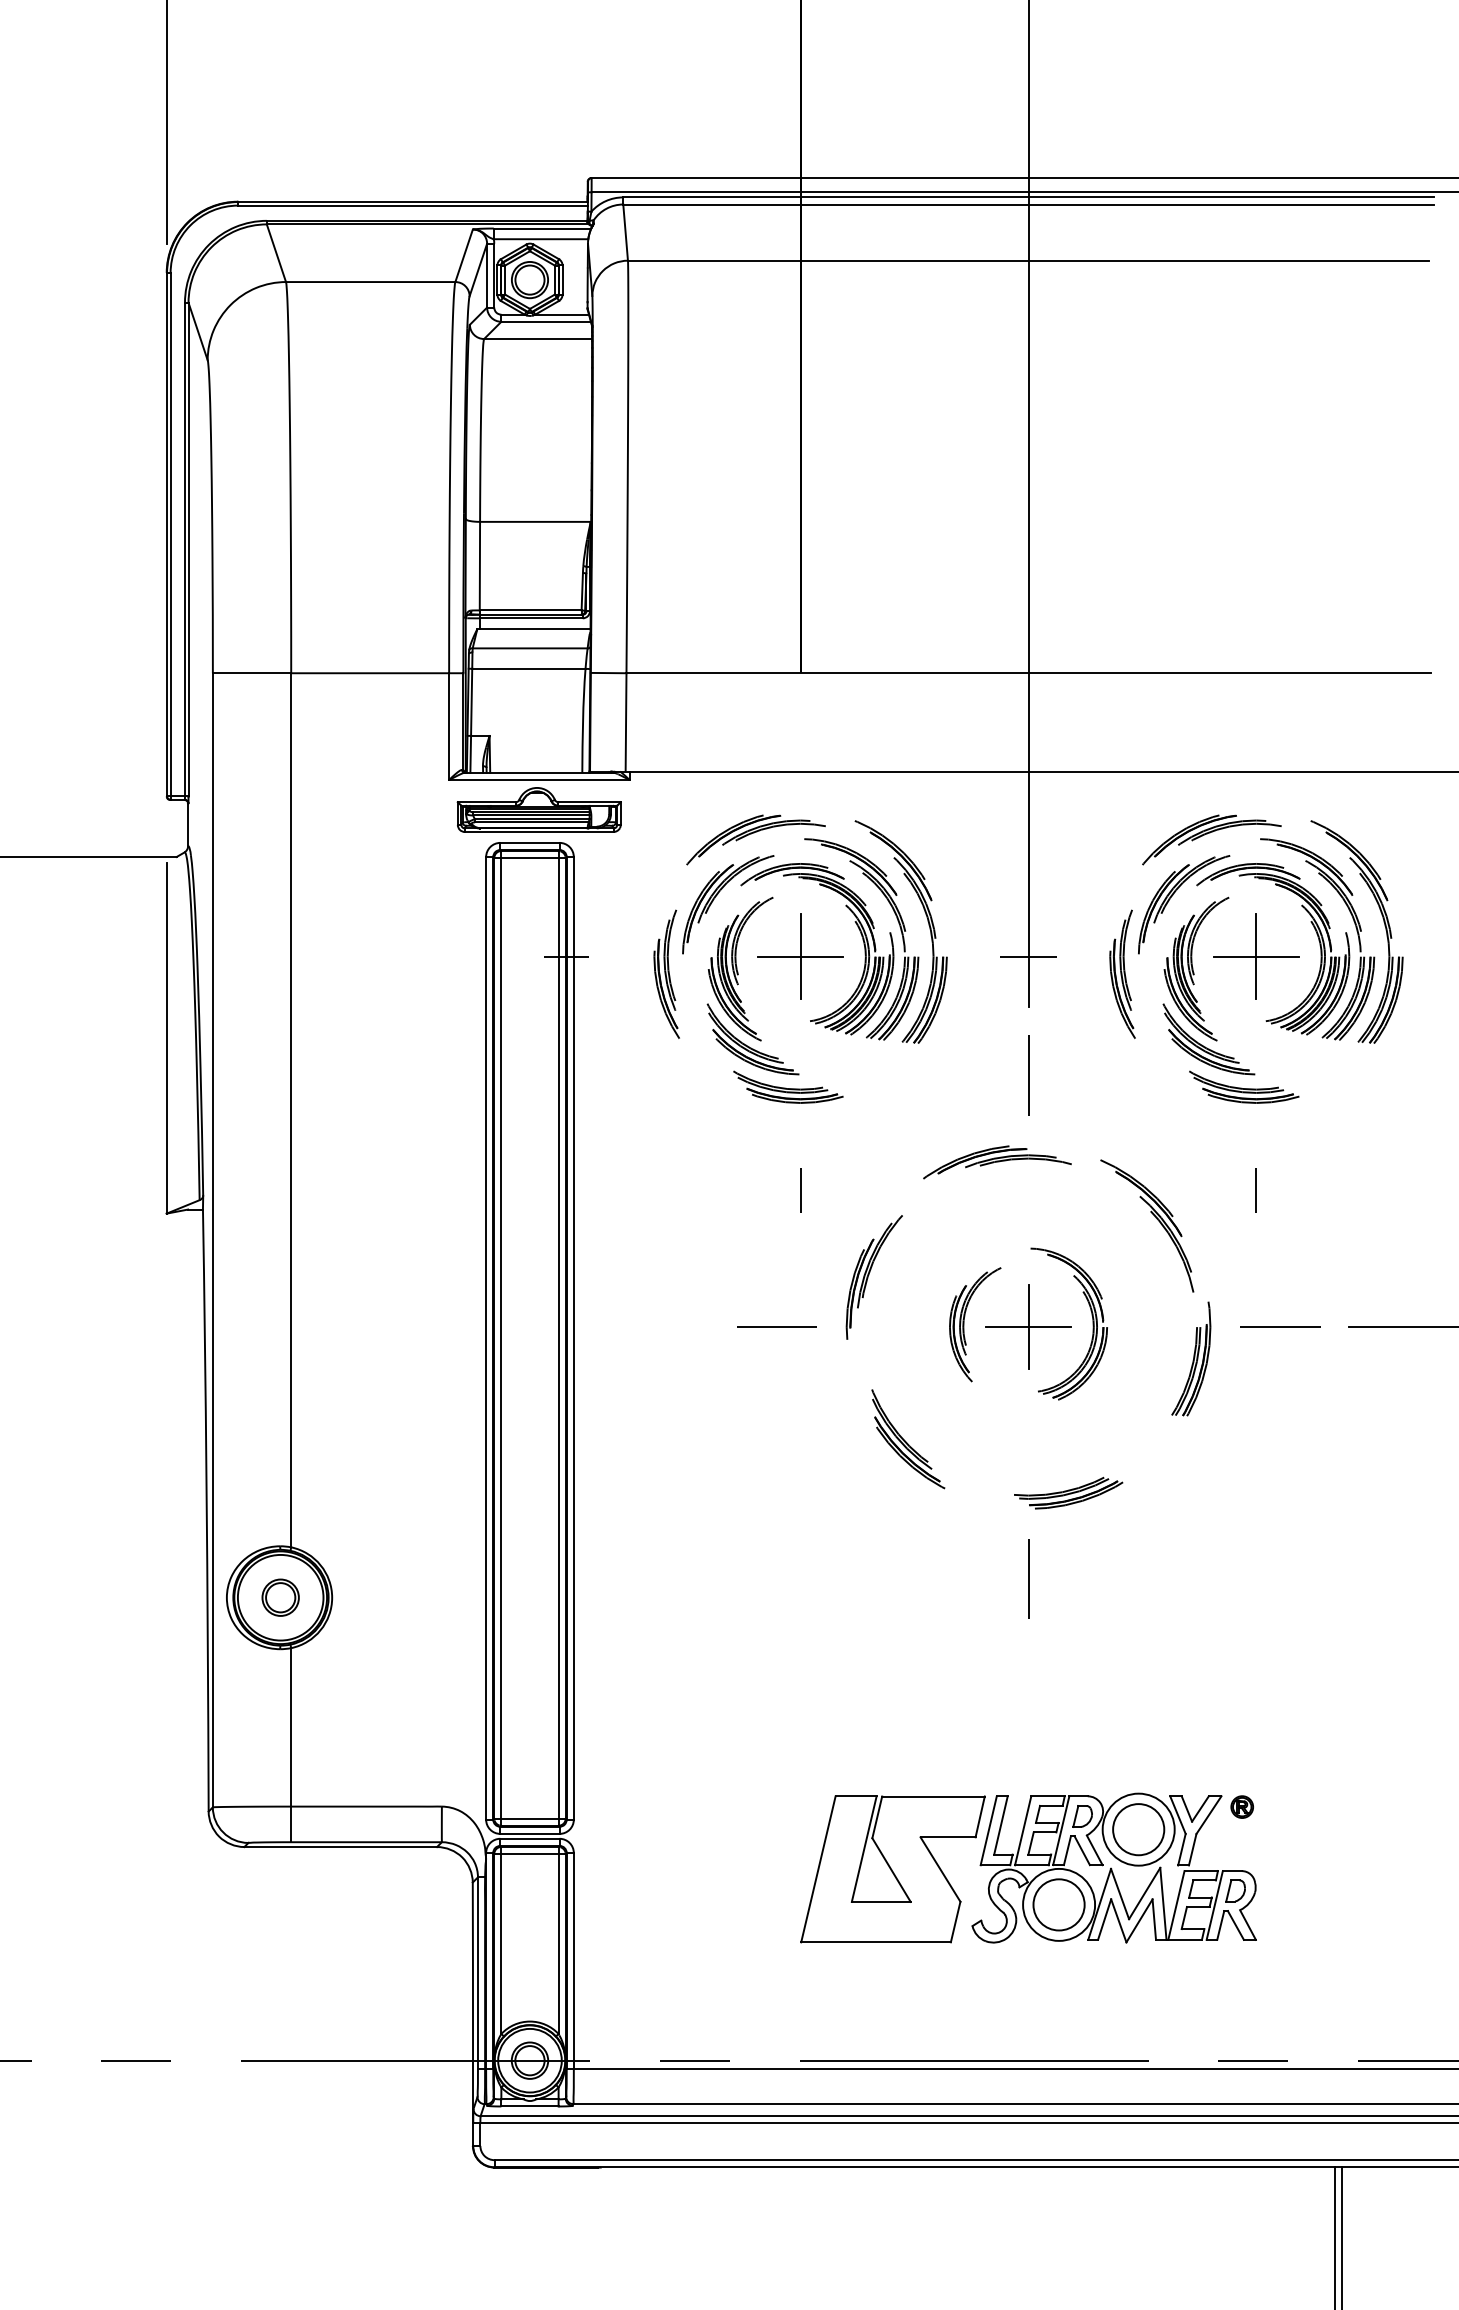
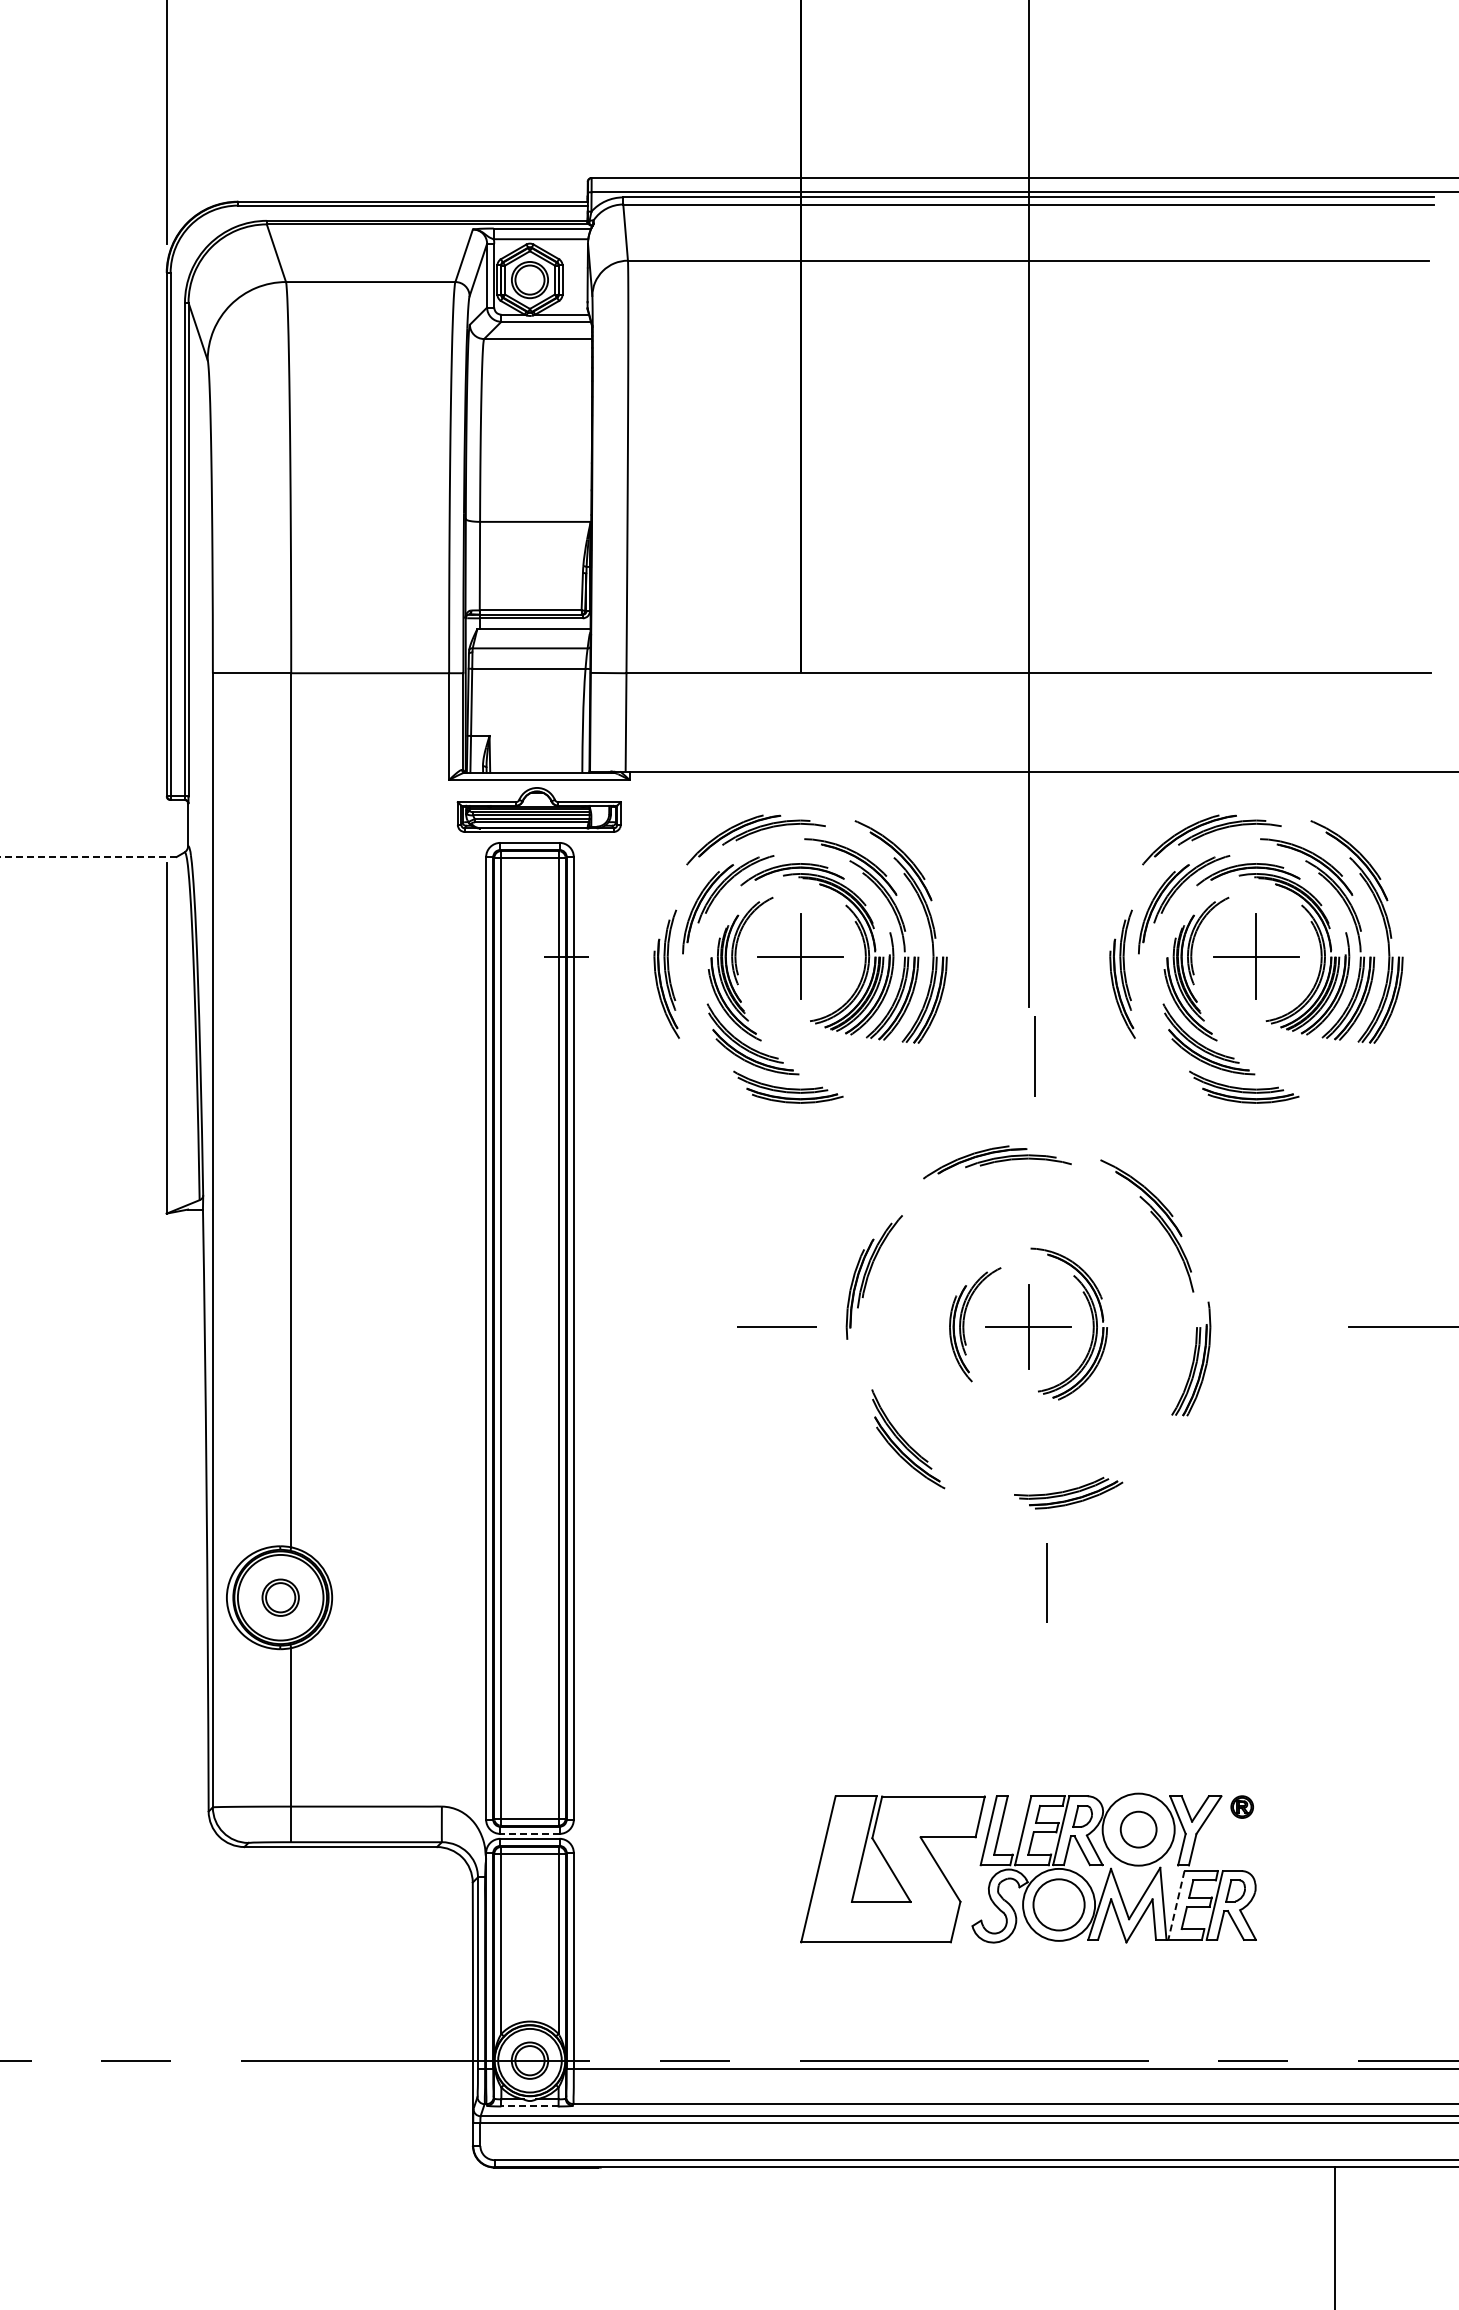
line at (88, 857): solid -> dashed
line at (1028, 956): present -> none
line at (1028, 1075) position: (1028, 1075) -> (1034, 1056)
line at (800, 1190): present -> none
line at (1256, 1190): present -> none
line at (1280, 1327): present -> none
line at (1028, 1578) position: (1028, 1578) -> (1046, 1582)
circle at (1138, 1829) diameter: 51 px -> 36 px
line at (529, 1833): solid -> dashed
line at (1176, 1905): solid -> dashed
line at (529, 2106): solid -> dashed
line at (1341, 2236): present -> none
